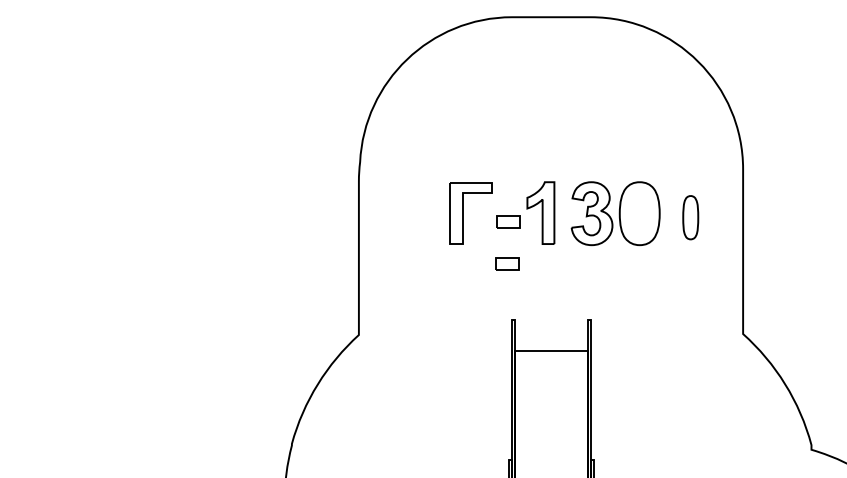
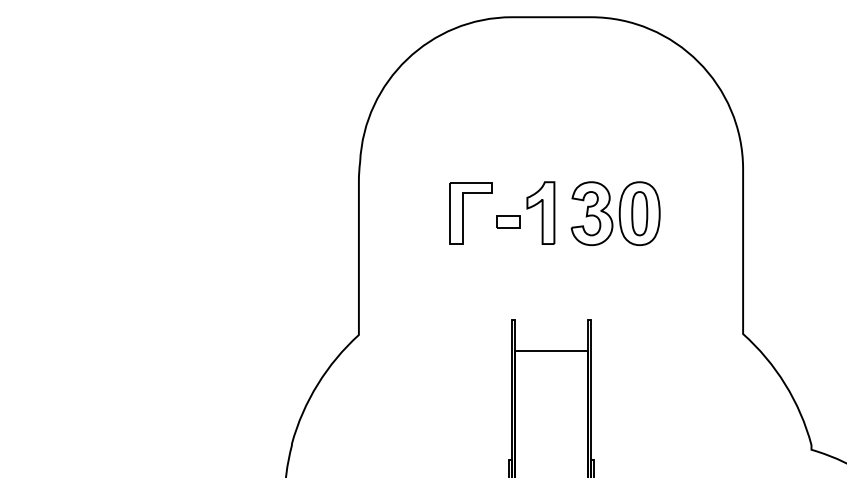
part at (690, 217) position: (690, 217) -> (639, 213)
part at (507, 263): present -> none
